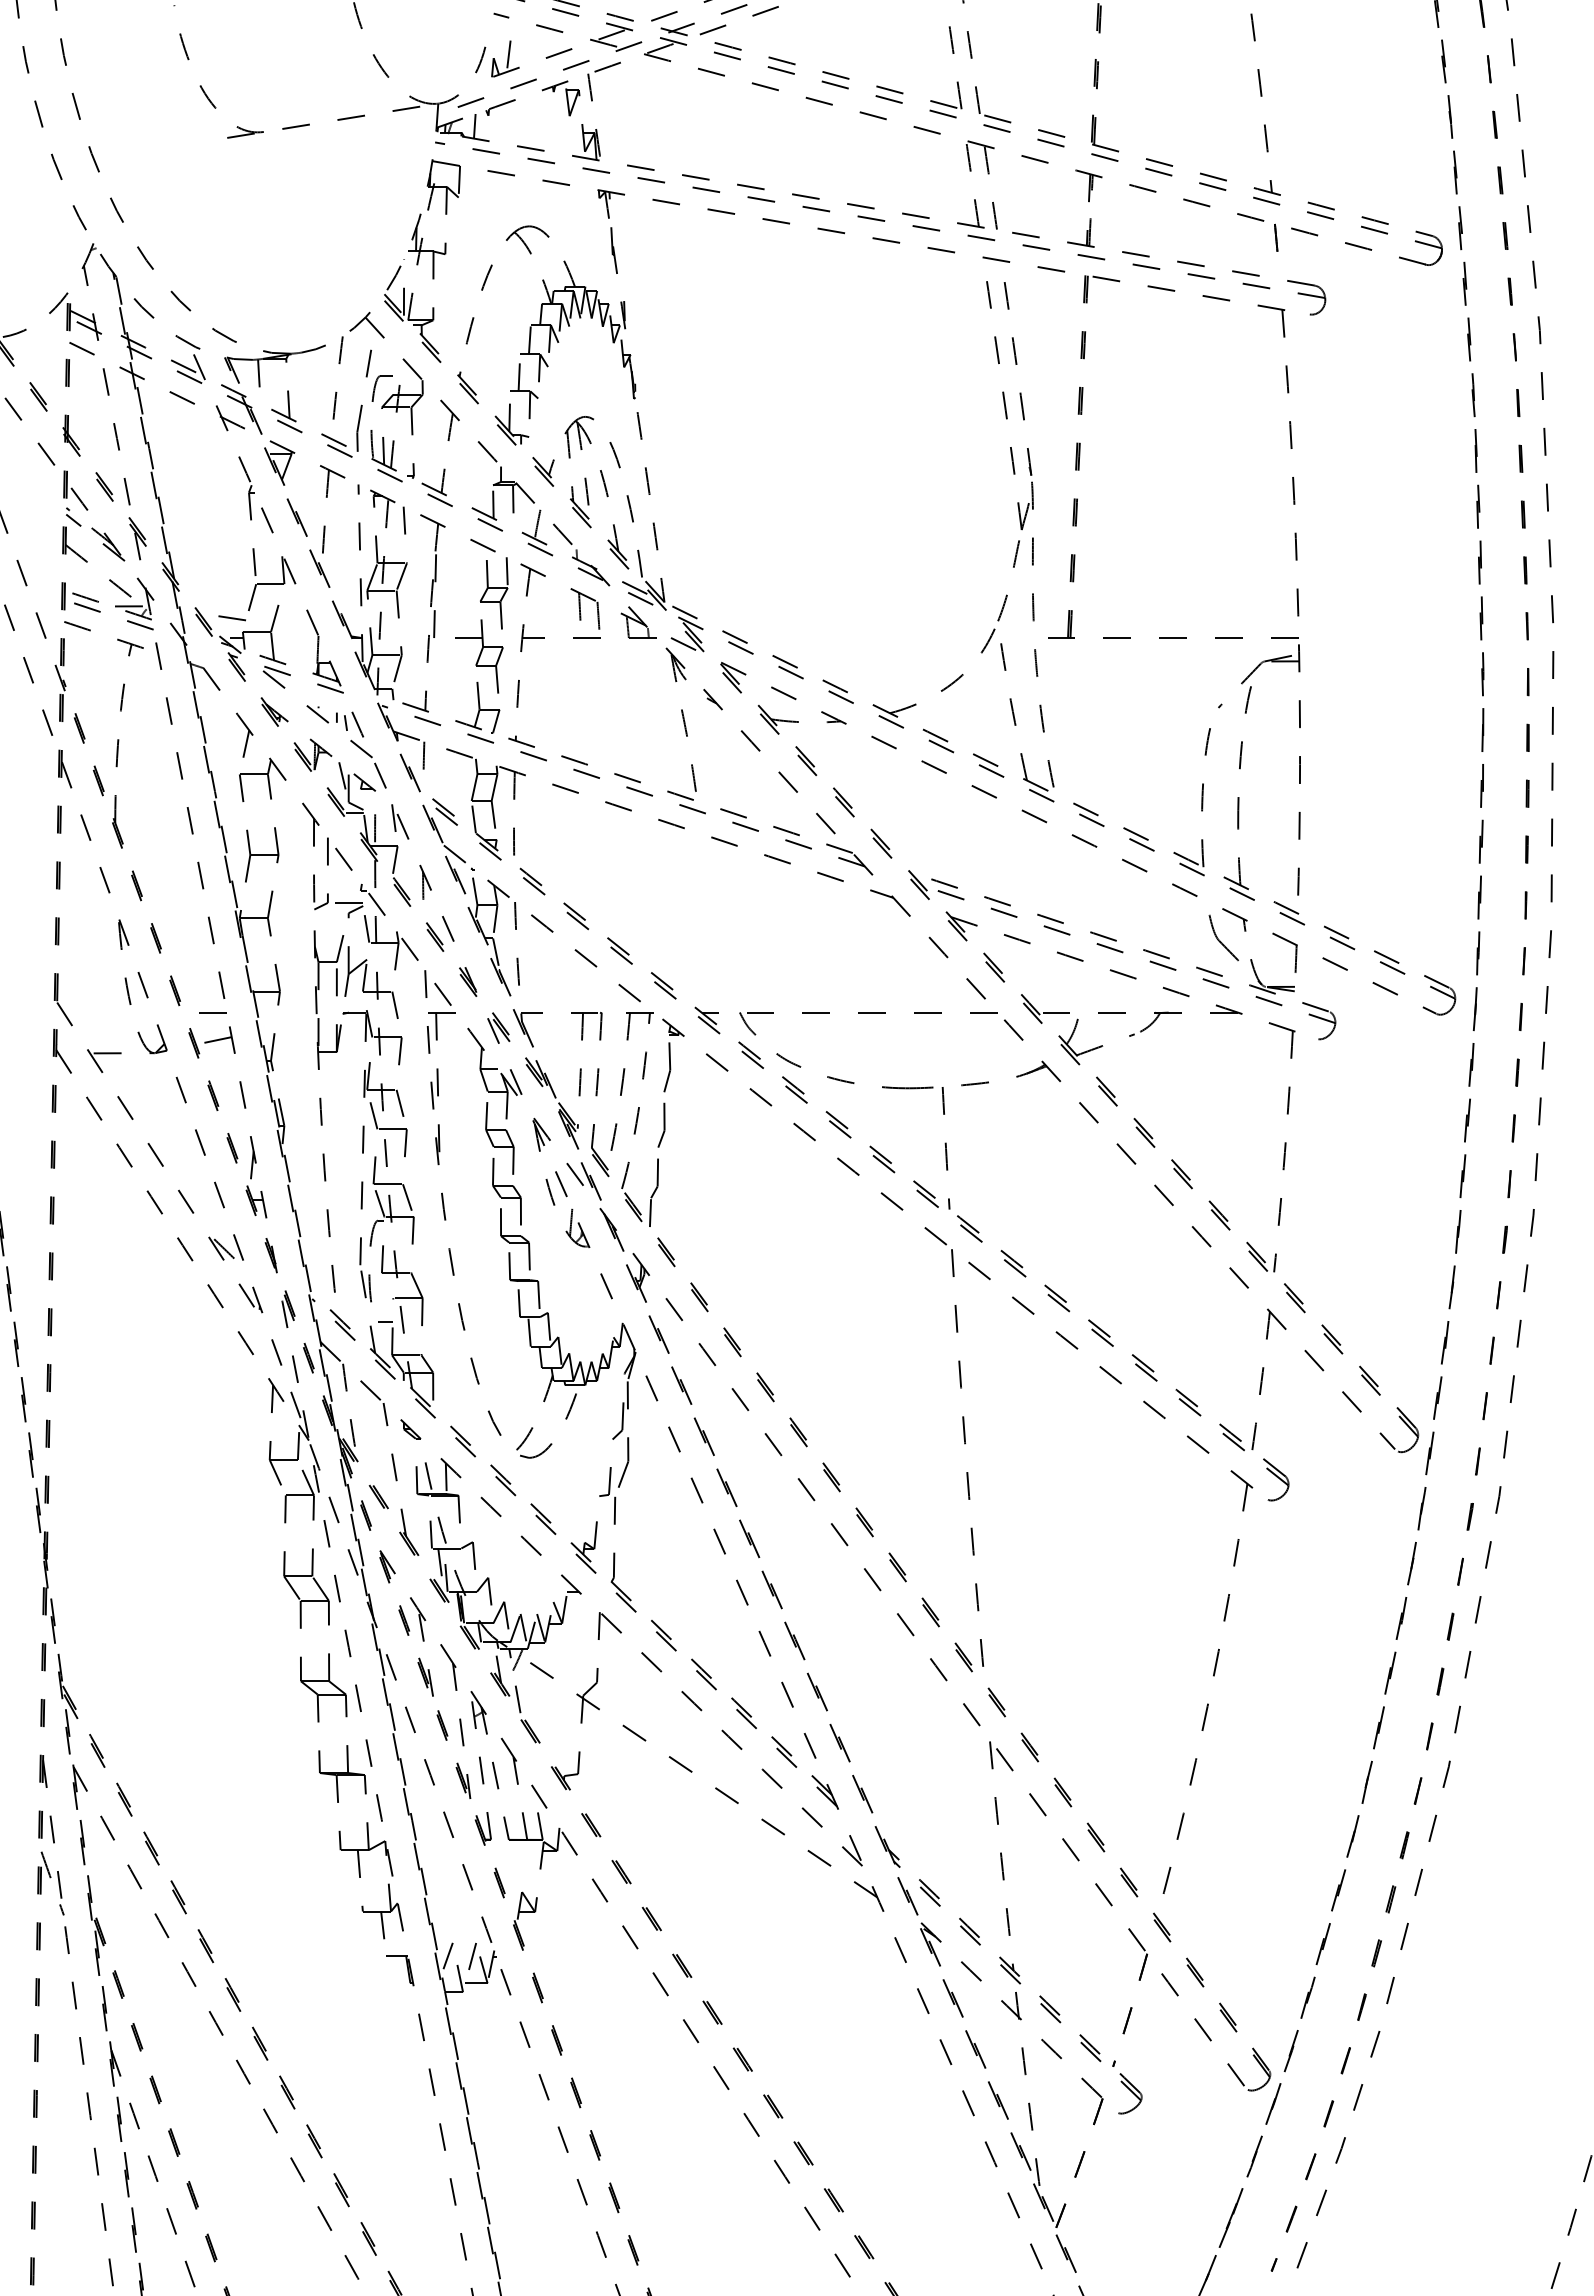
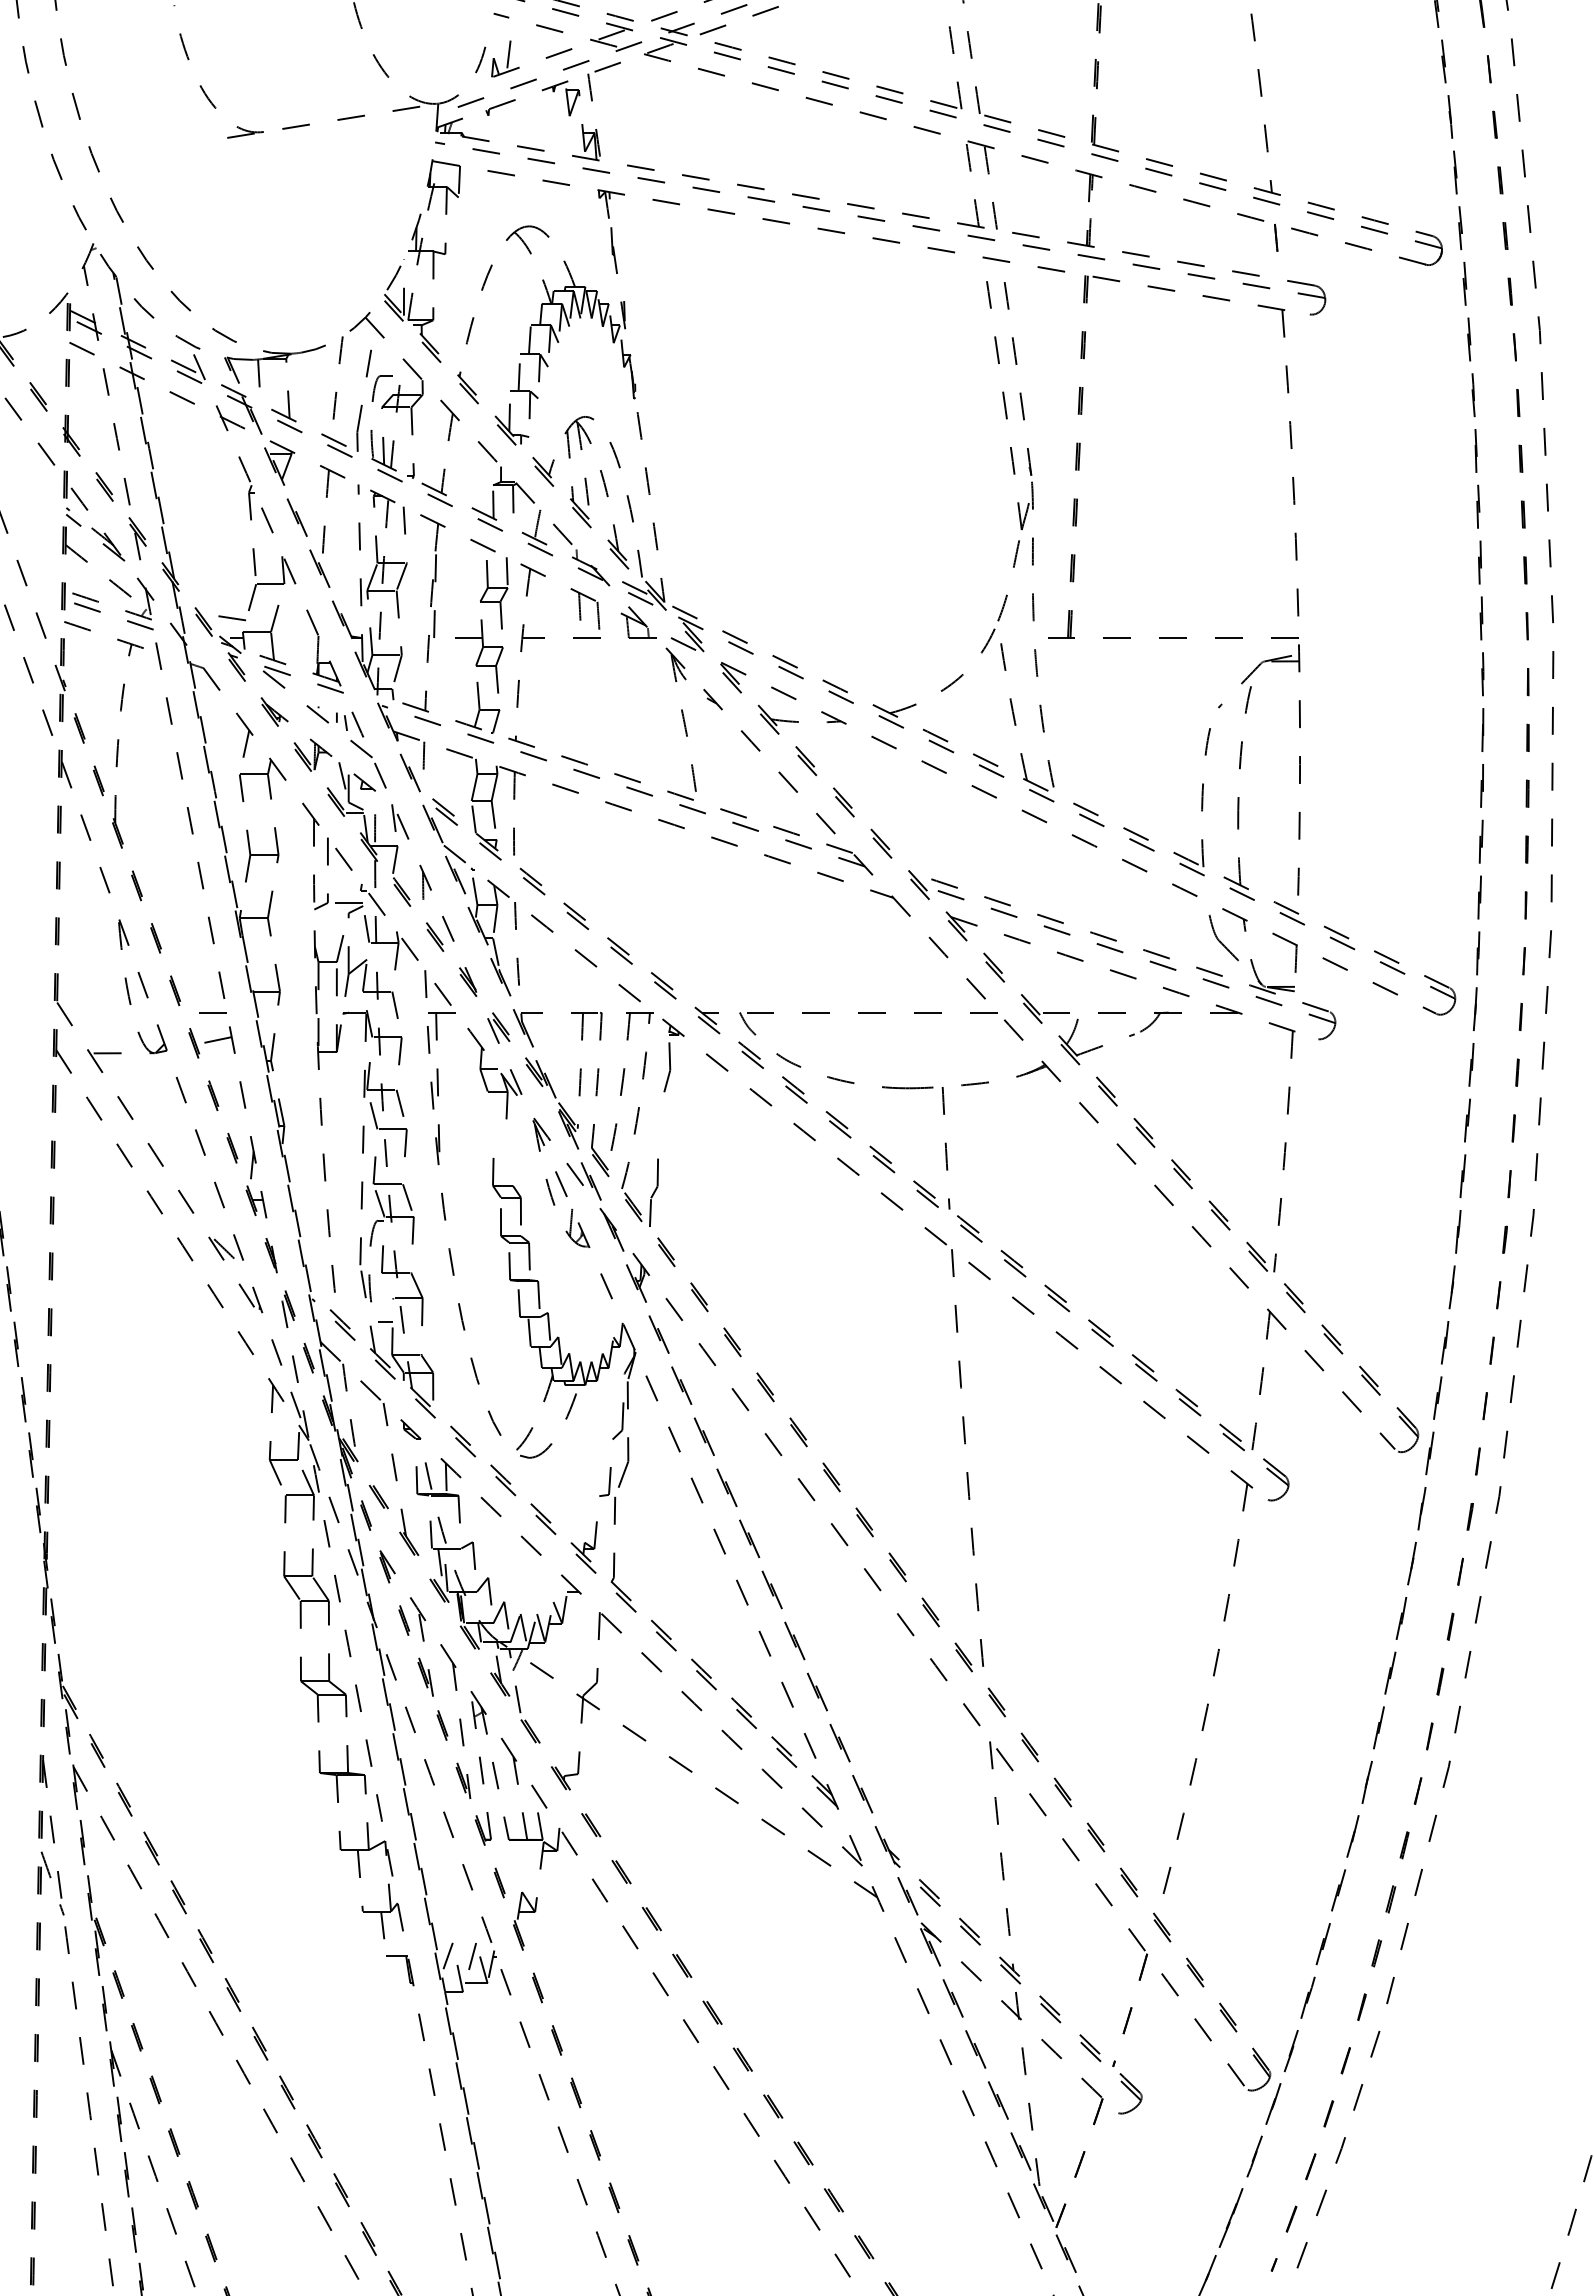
line at (474, 125): present -> none
line at (127, 606): present -> none
part at (661, 1124): present -> none
part at (499, 1138): present -> none
